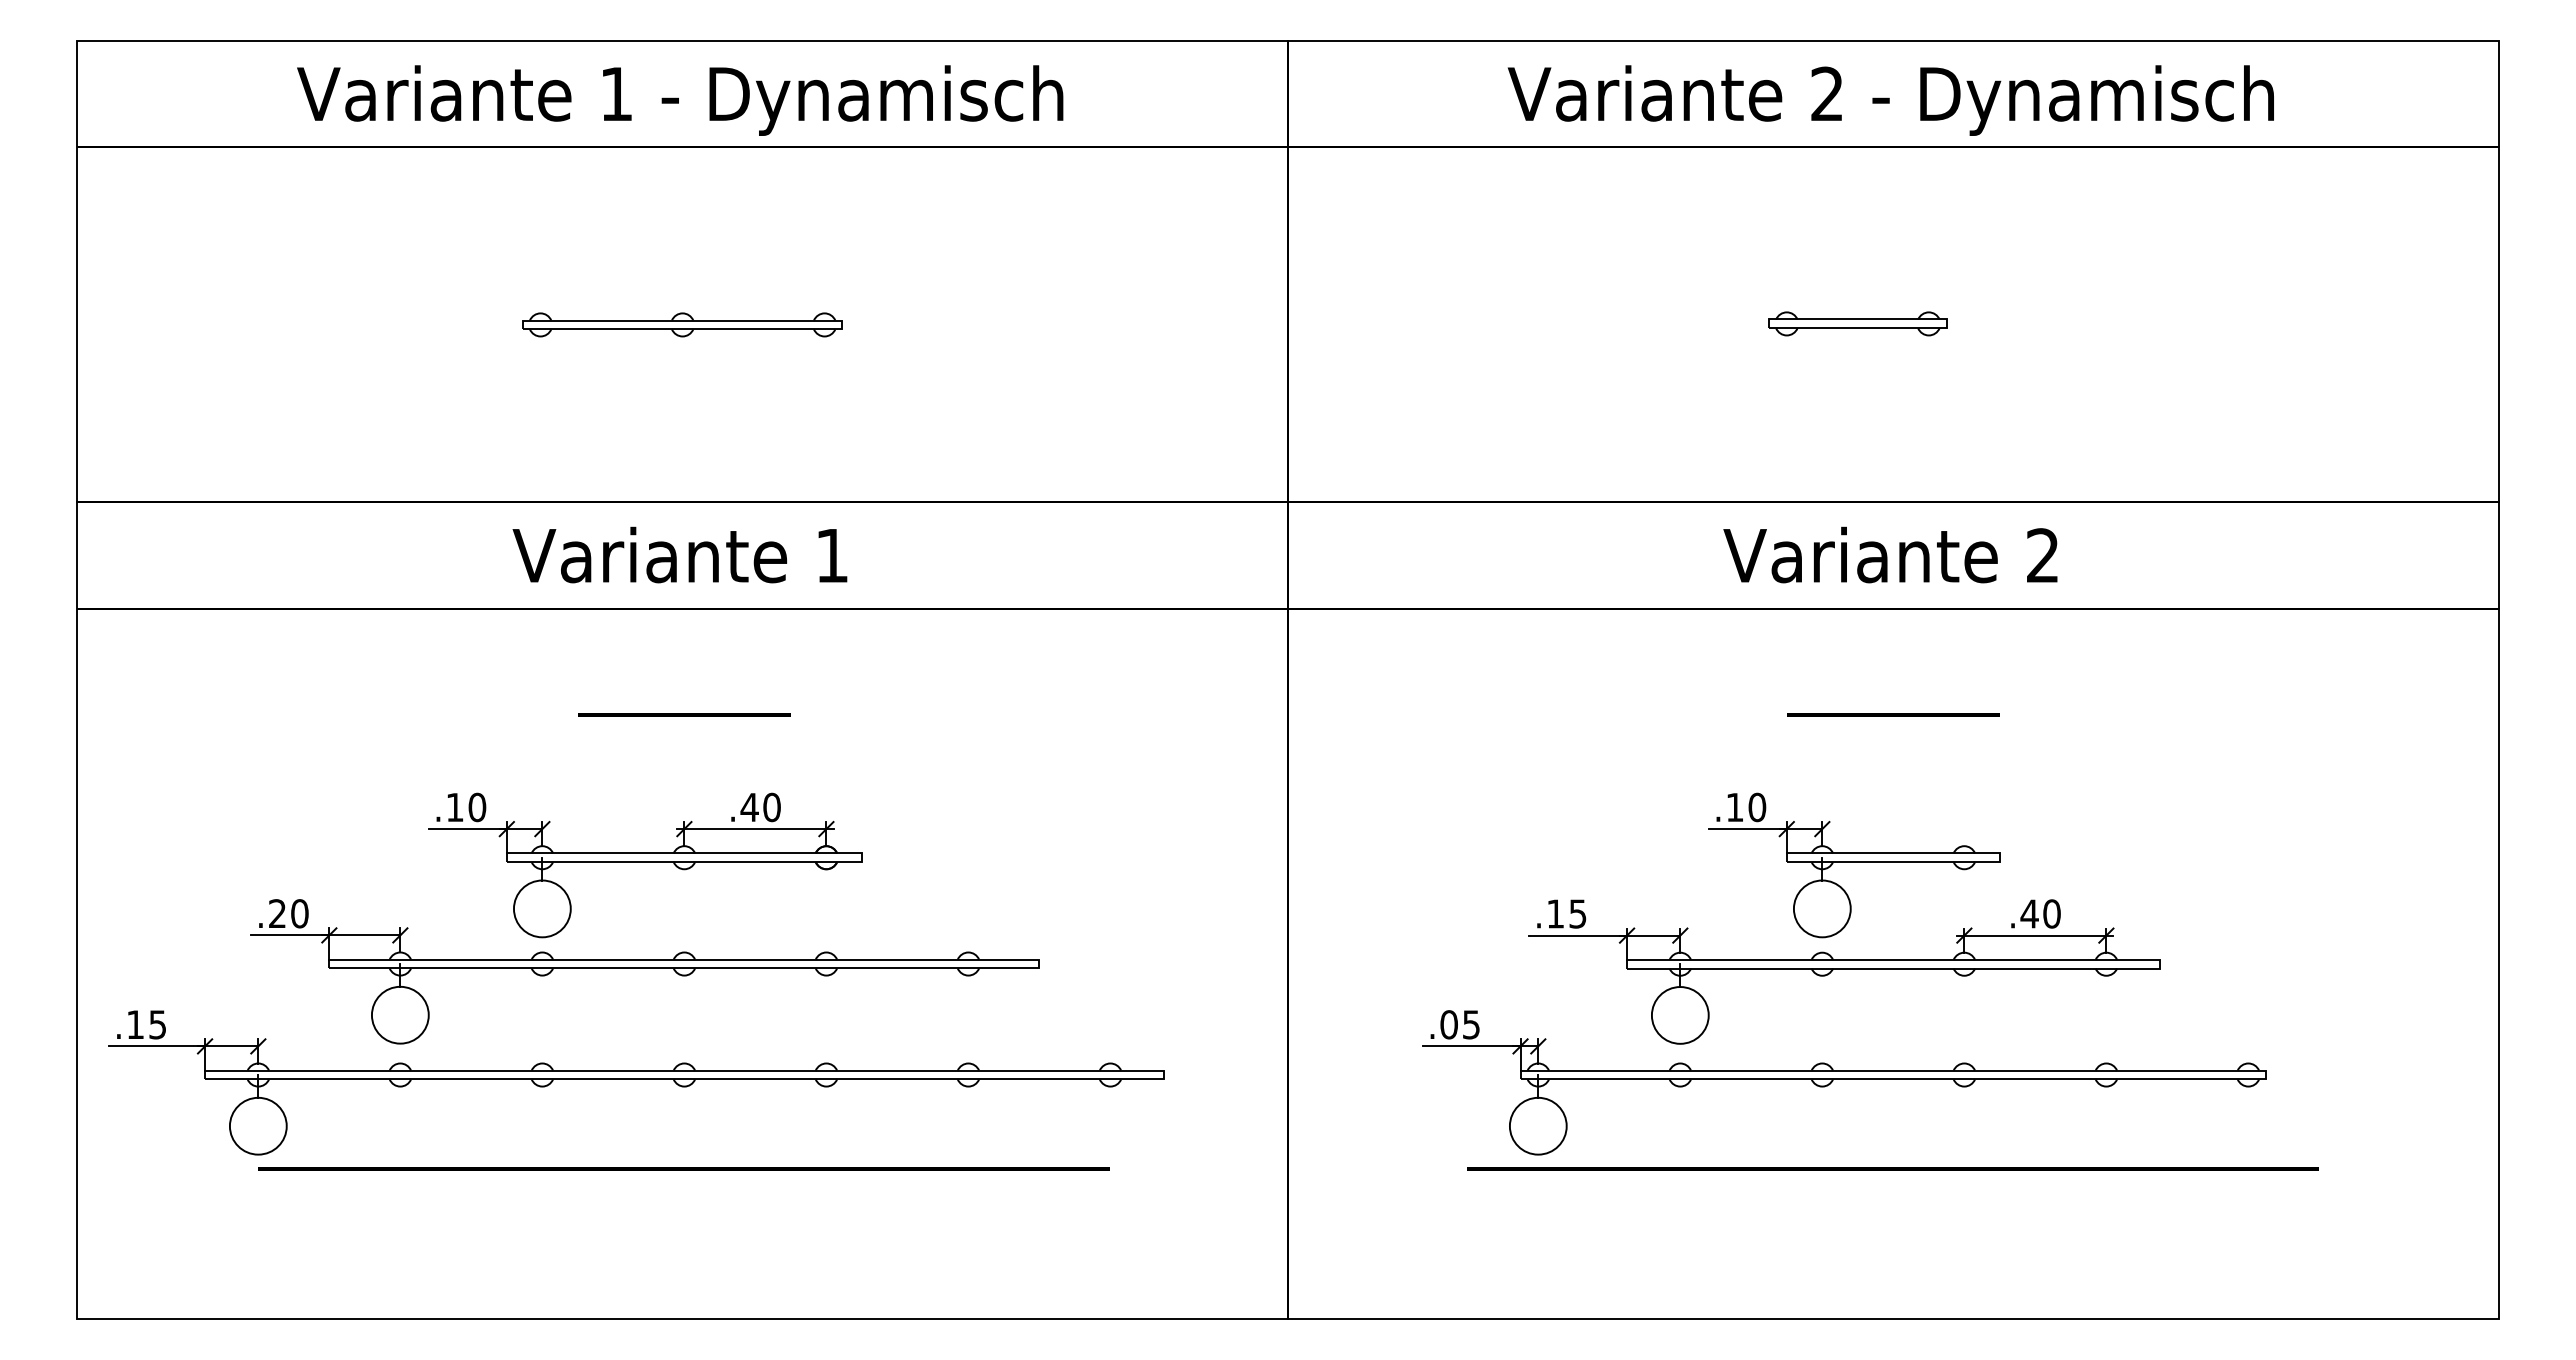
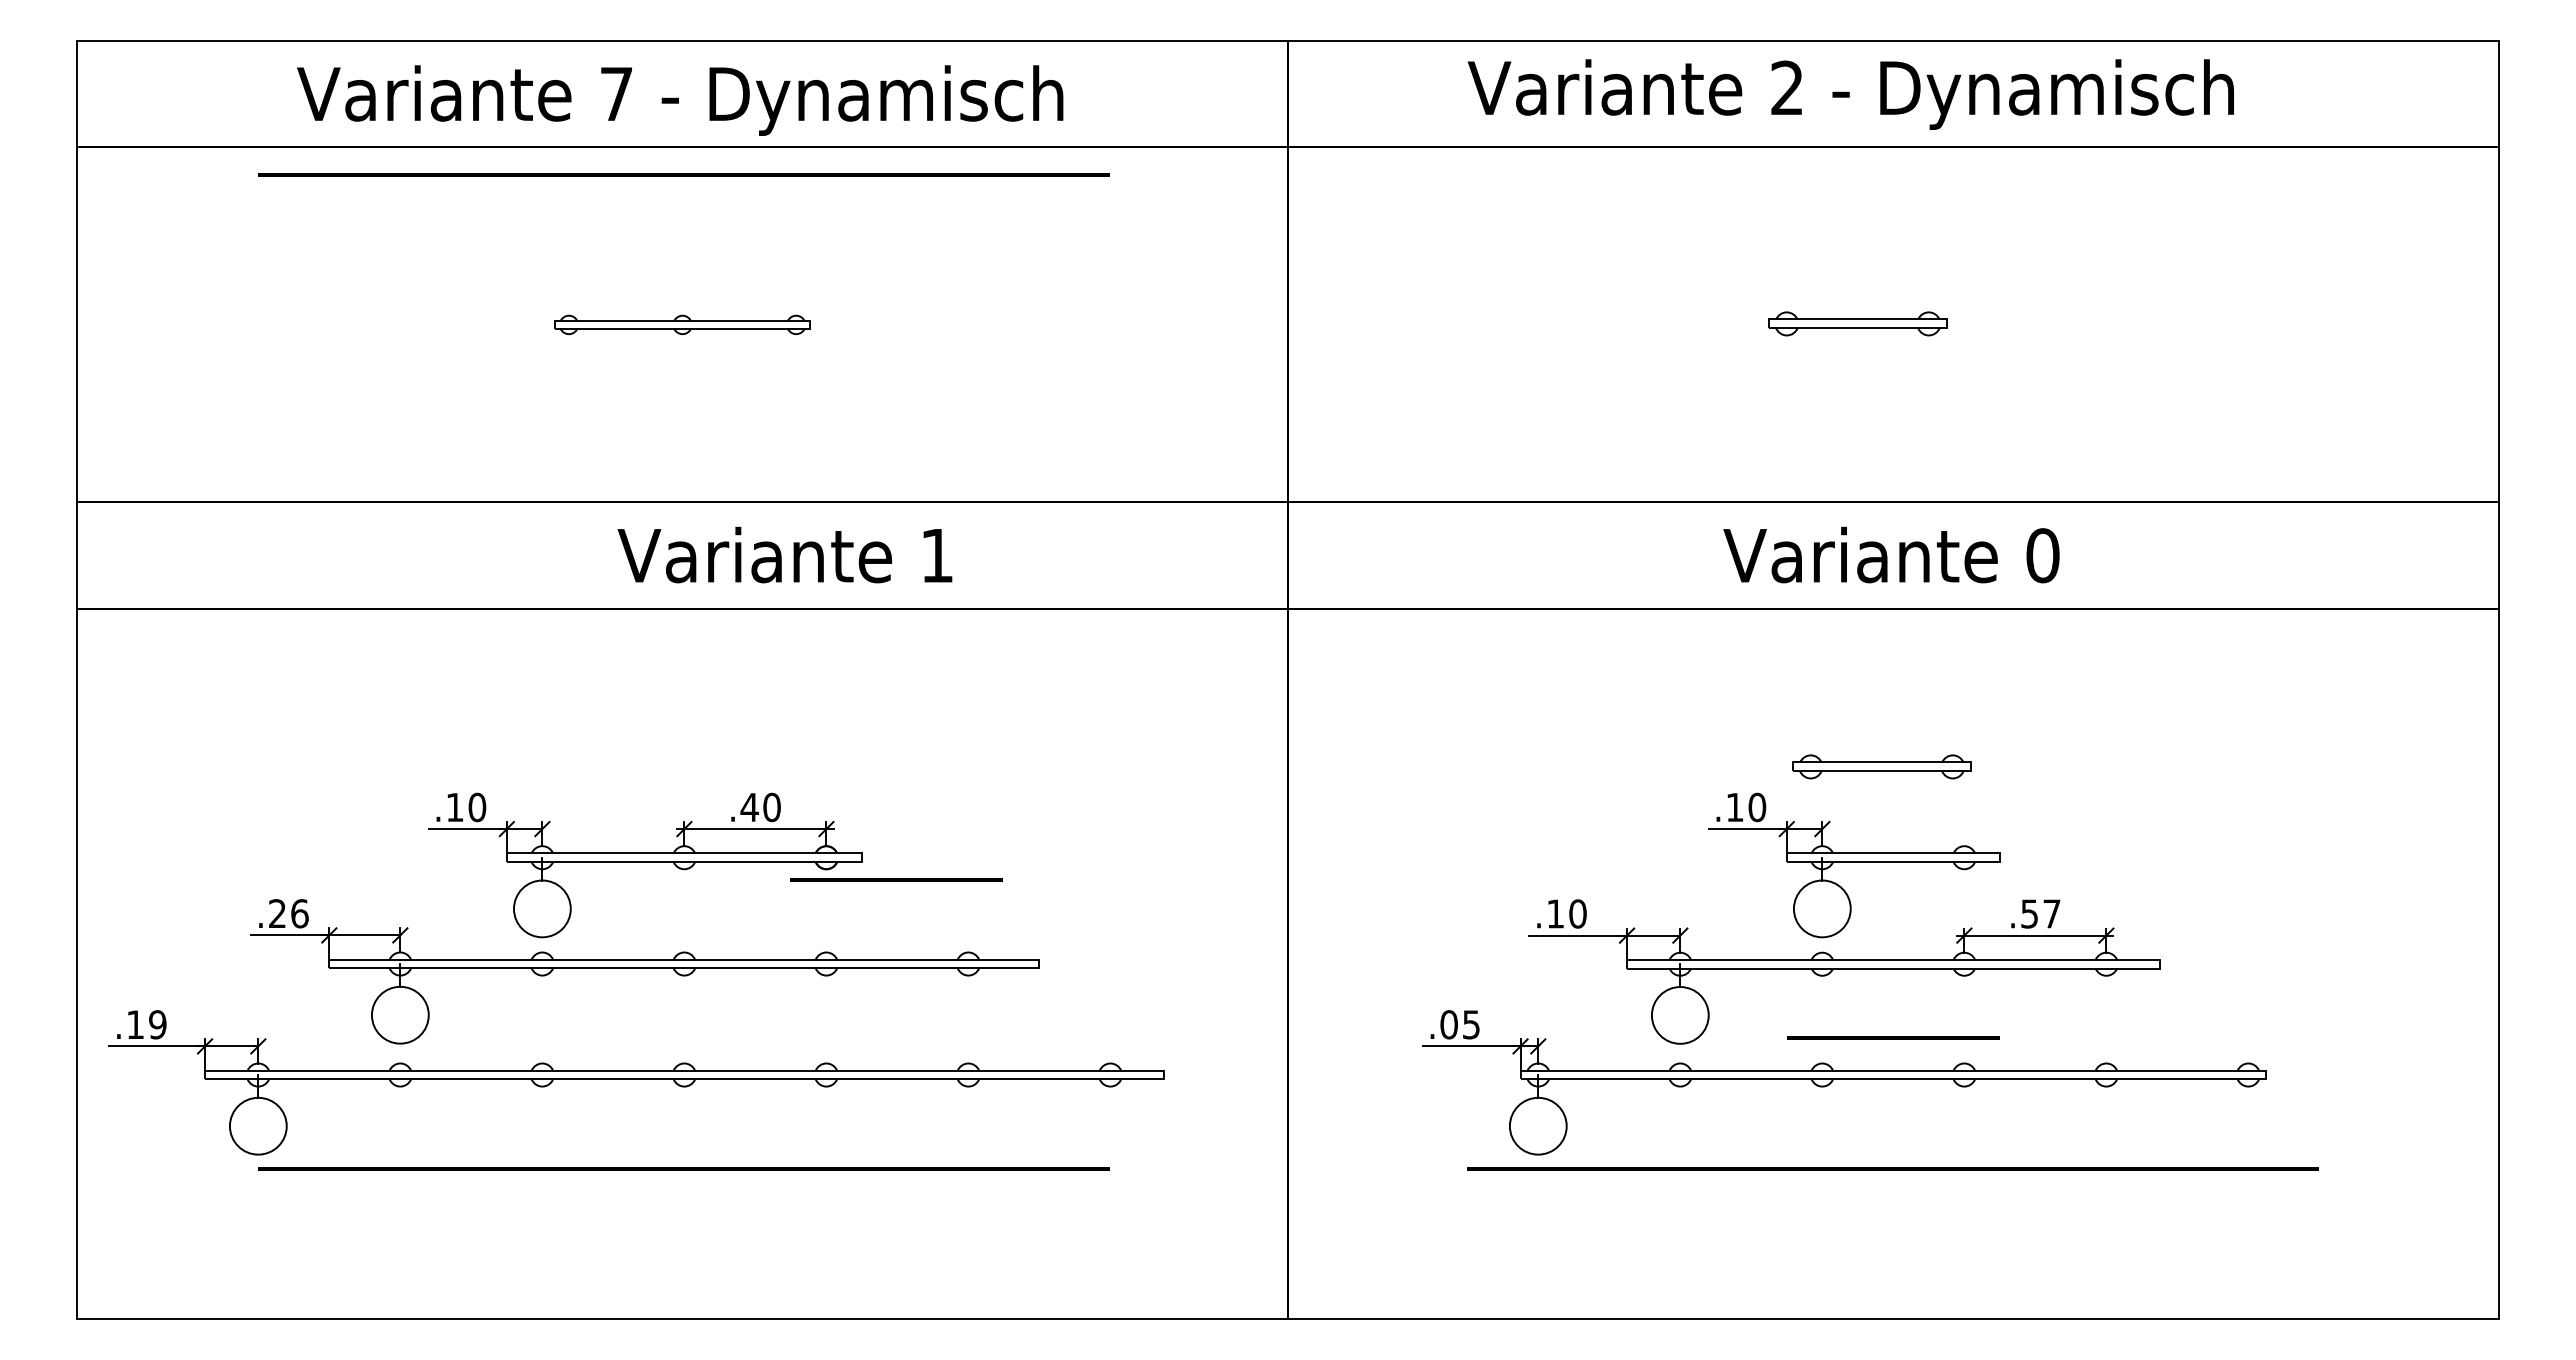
text at (616, 93): 1 -> 7
text at (1890, 100) position: (1890, 100) -> (1850, 94)
line at (683, 174): none -> present
part at (682, 324) size: 321x26 px -> 257x22 px
text at (679, 554) position: (679, 554) -> (784, 554)
text at (2042, 555): 2 -> 0
line at (684, 714) position: (684, 714) -> (896, 879)
line at (1893, 714) position: (1893, 714) -> (1893, 1037)
part at (1881, 766): none -> present
text at (299, 913): .20 -> .26
text at (1577, 913): .15 -> .10
text at (2040, 913): .40 -> .57
text at (157, 1024): .15 -> .19
